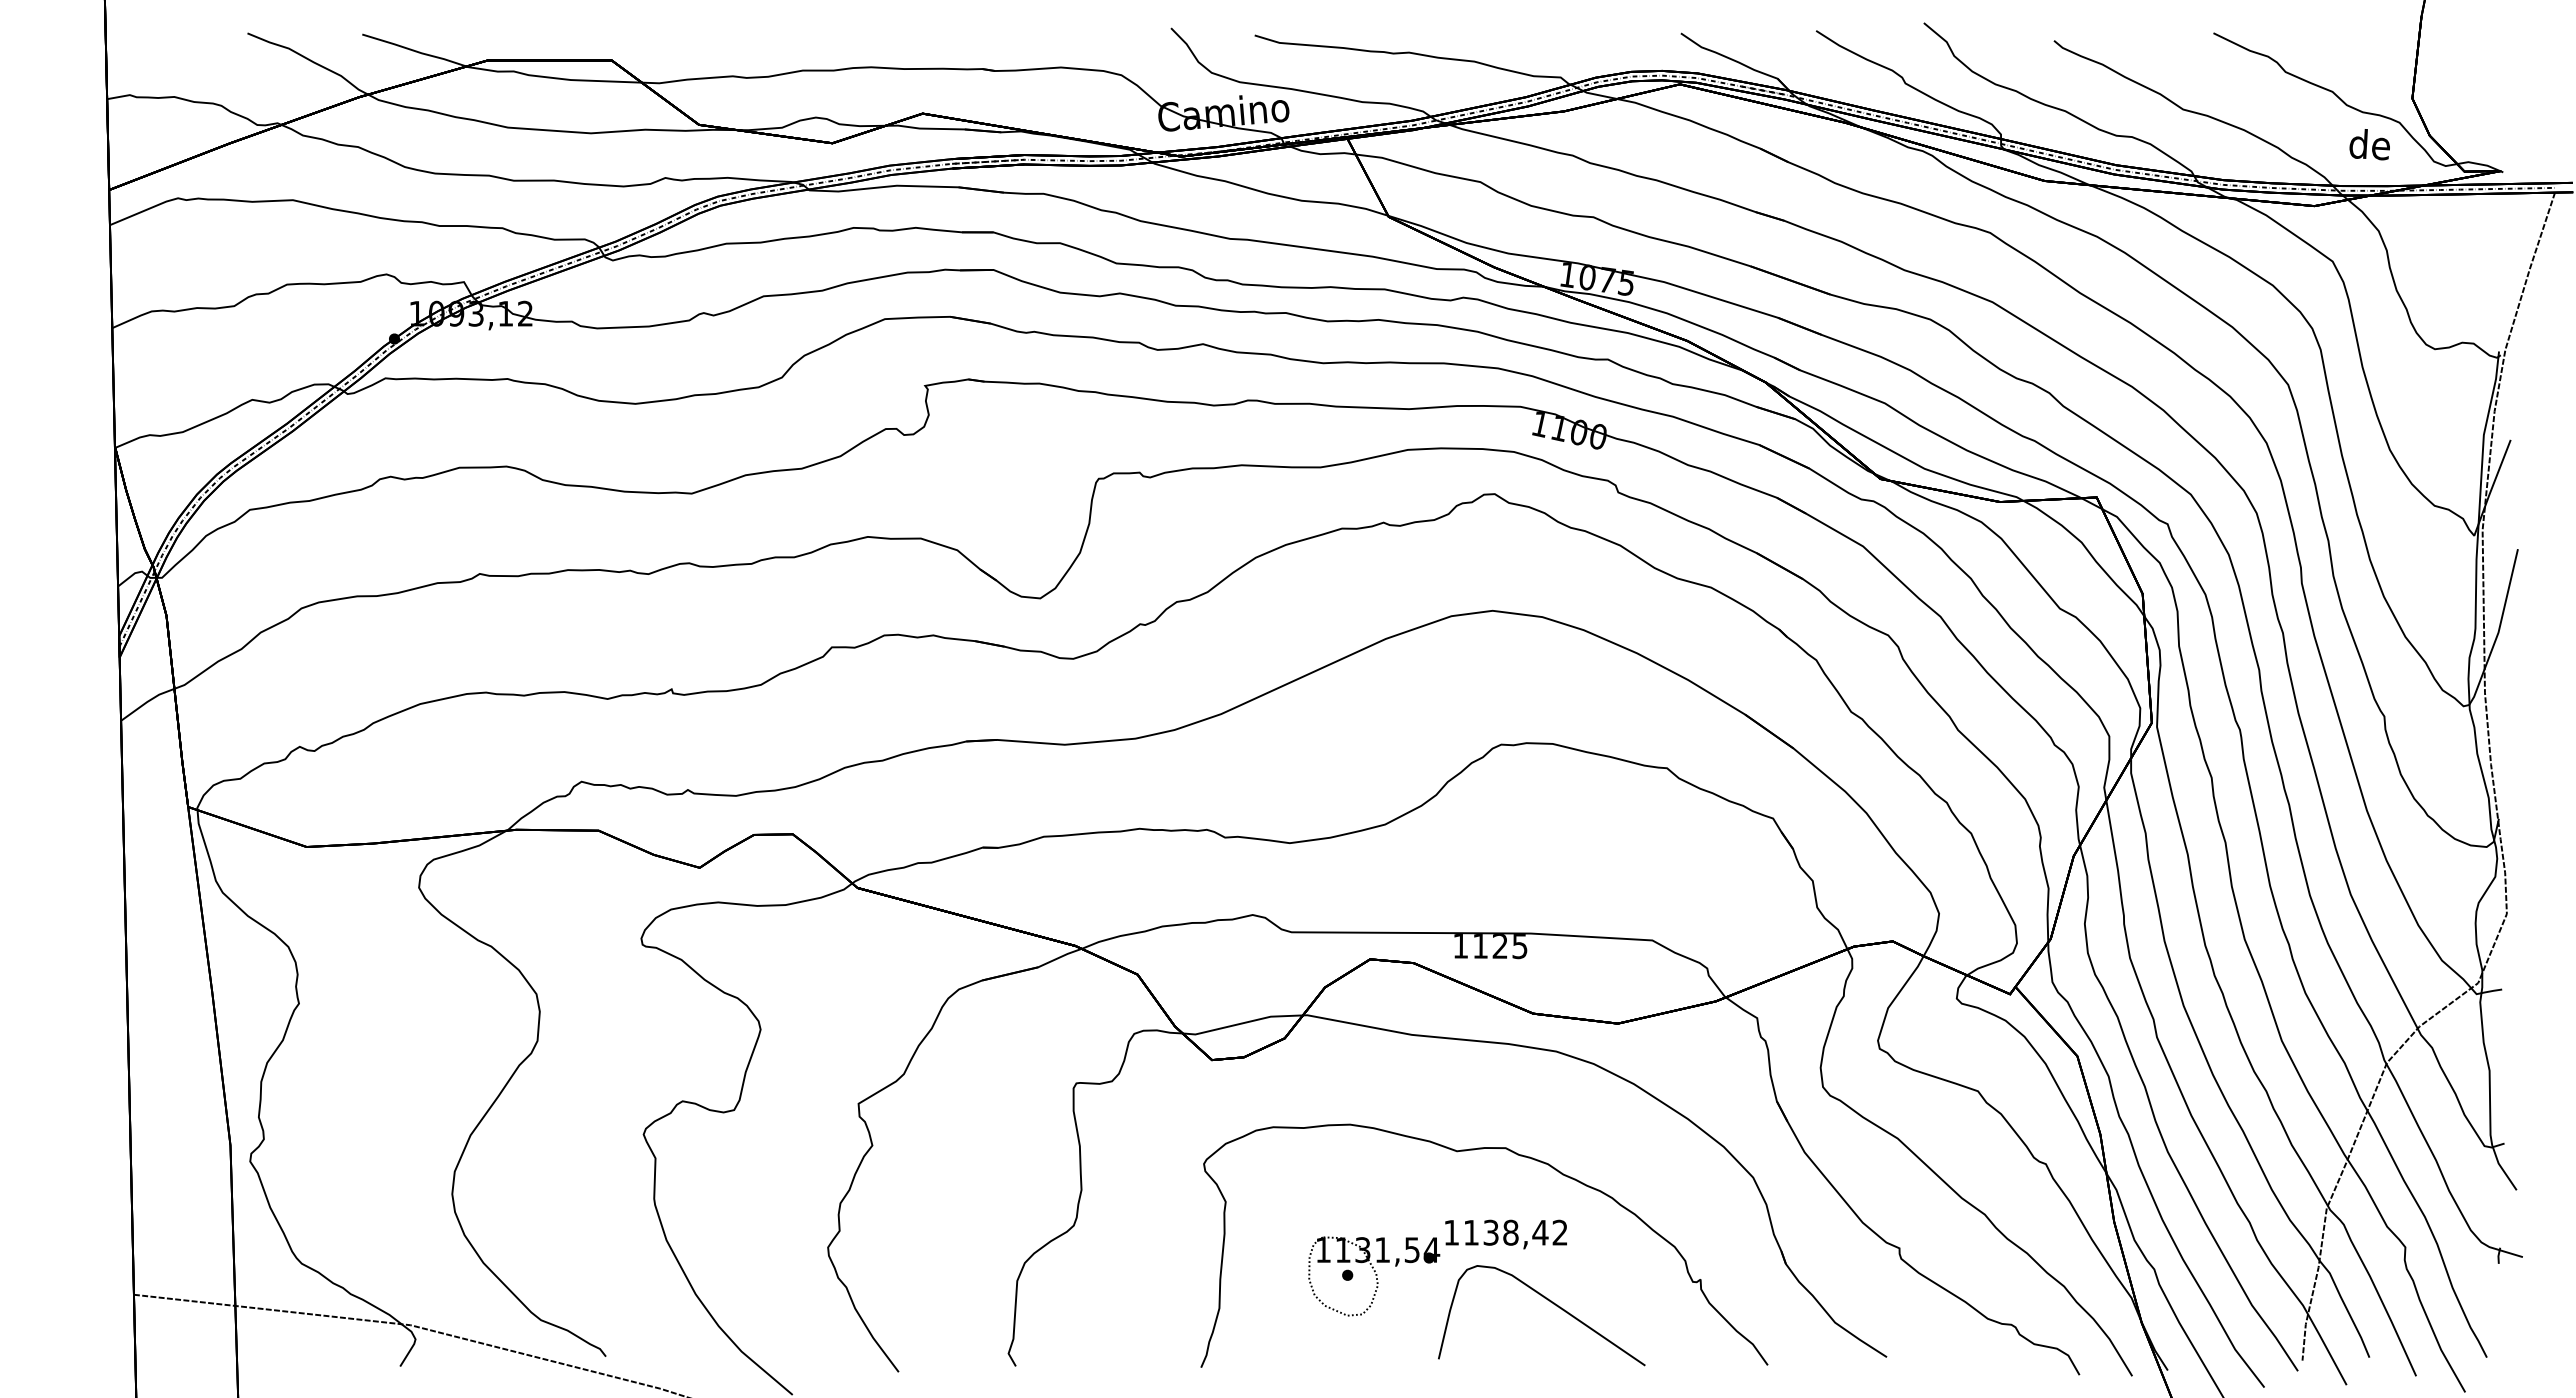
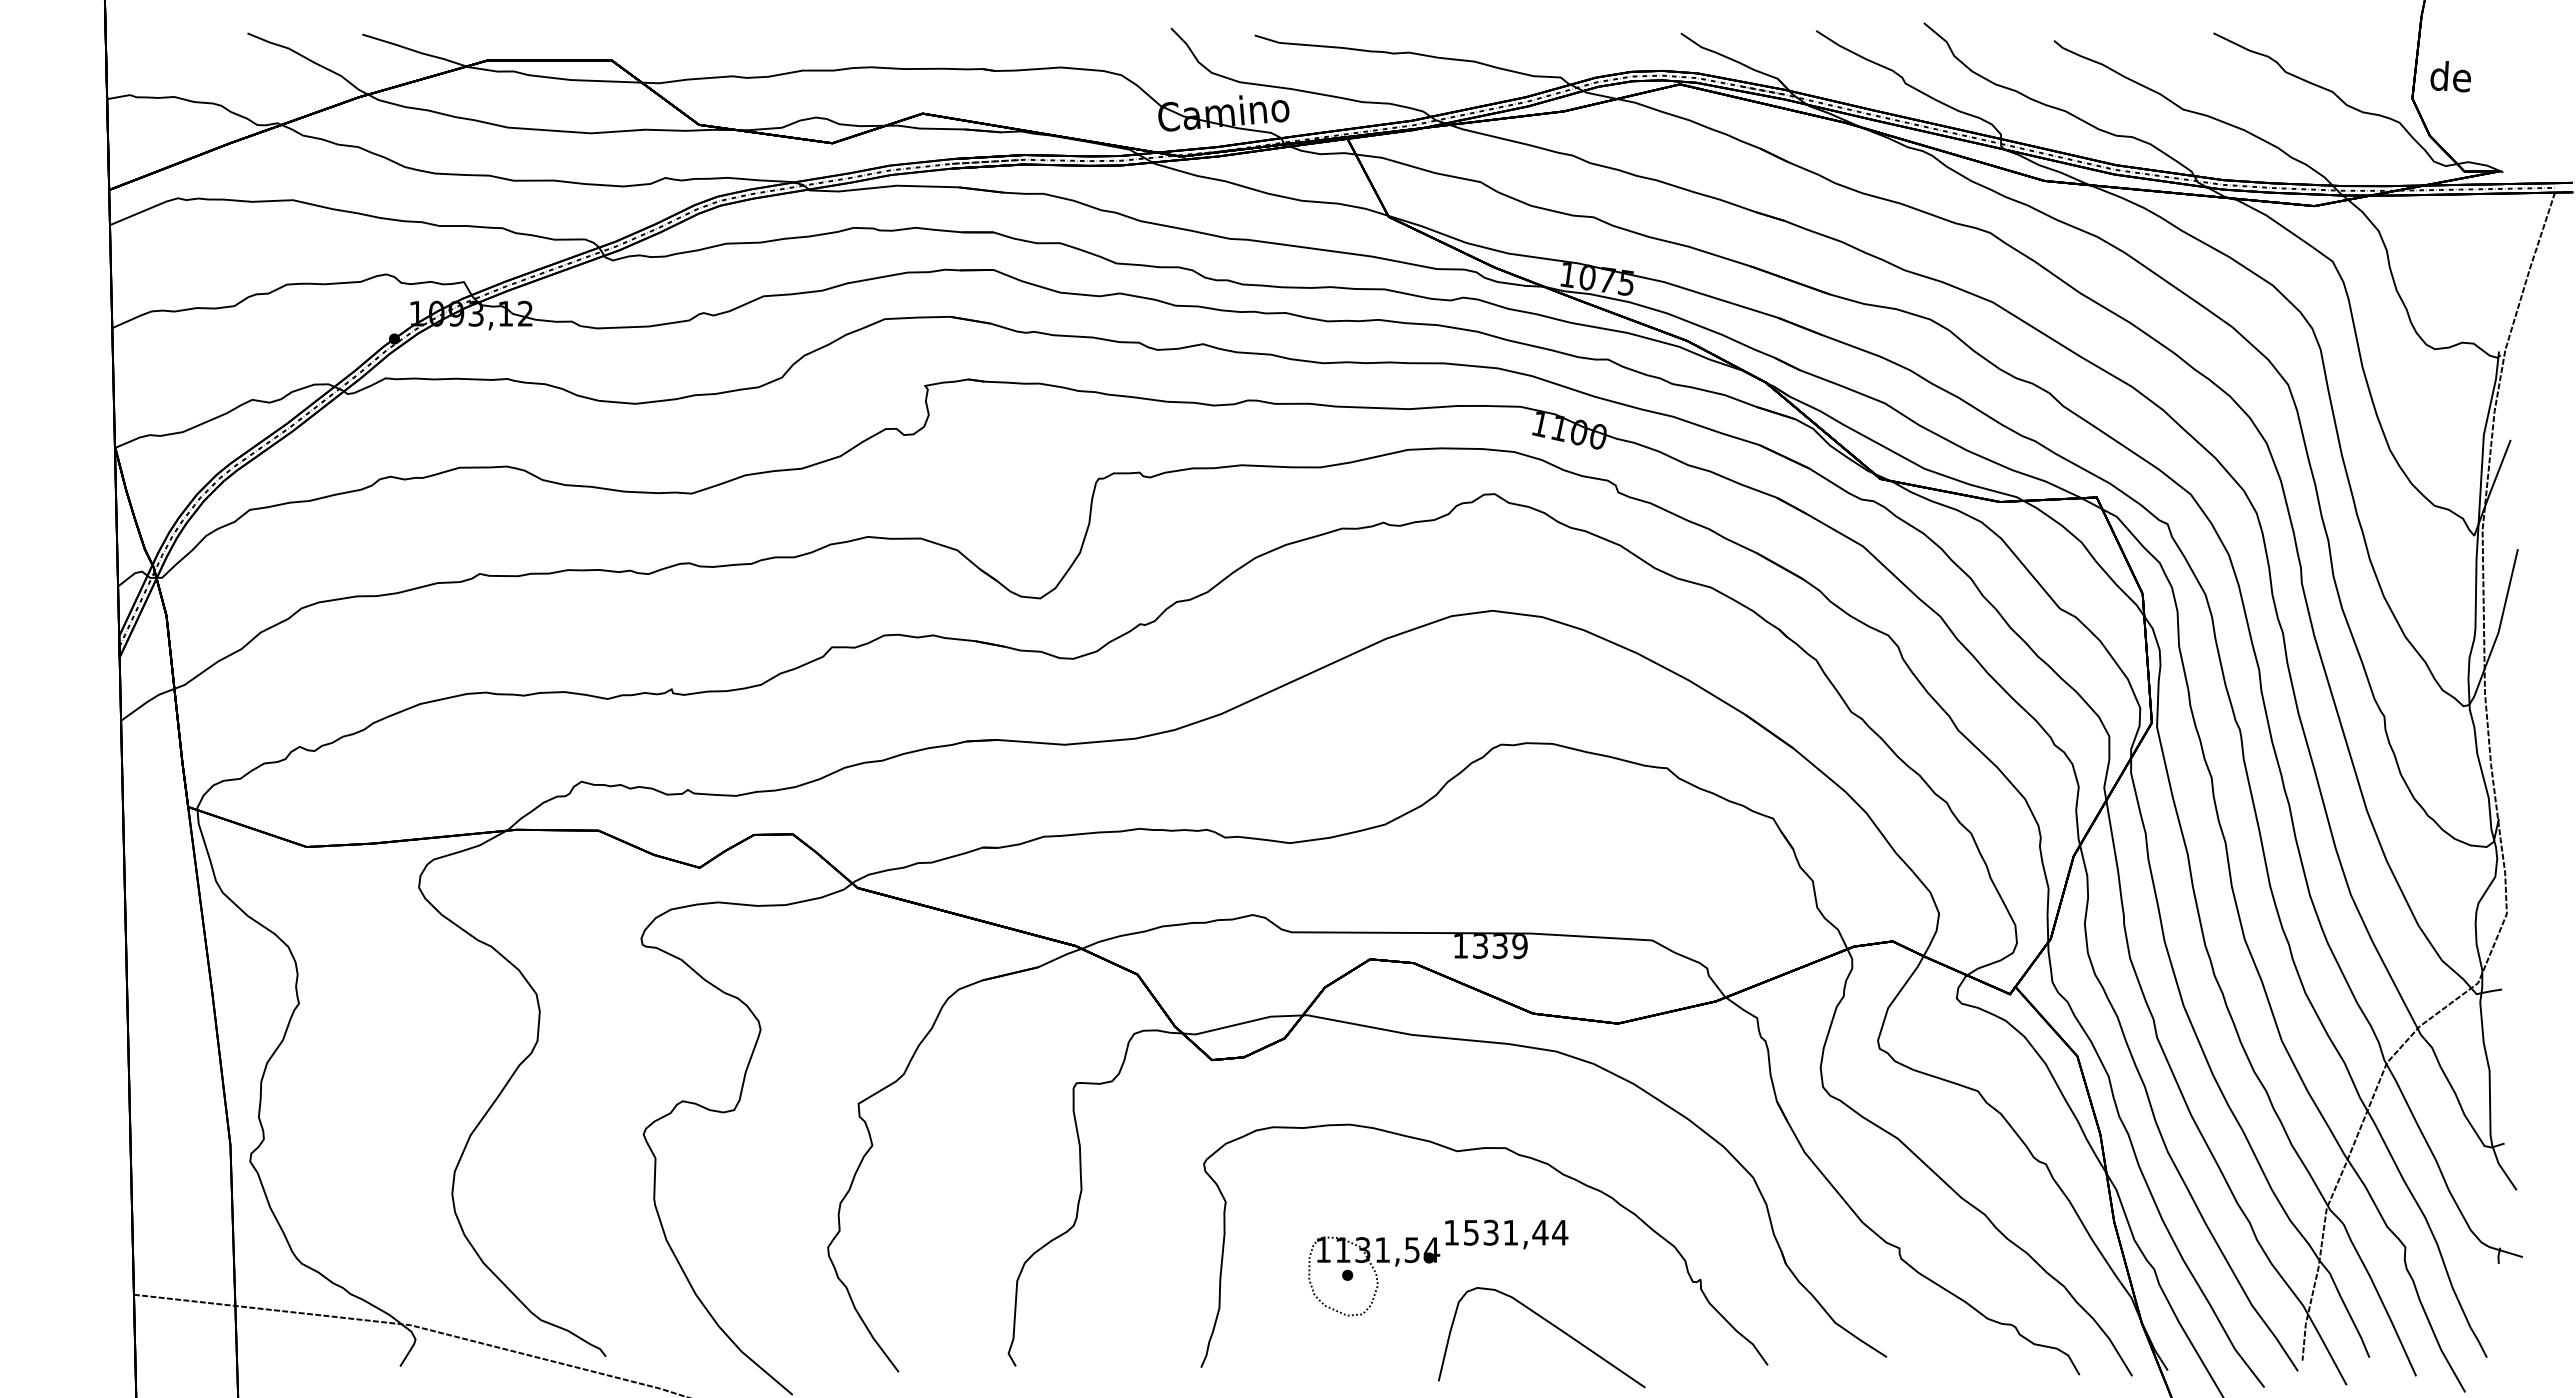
text at (2369, 144) position: (2369, 144) -> (2450, 76)
text at (1500, 946): 1125 -> 1339
text at (1516, 1232): 1138,42 -> 1531,44
curve at (1550, 1302) position: (1550, 1302) -> (1550, 1324)
